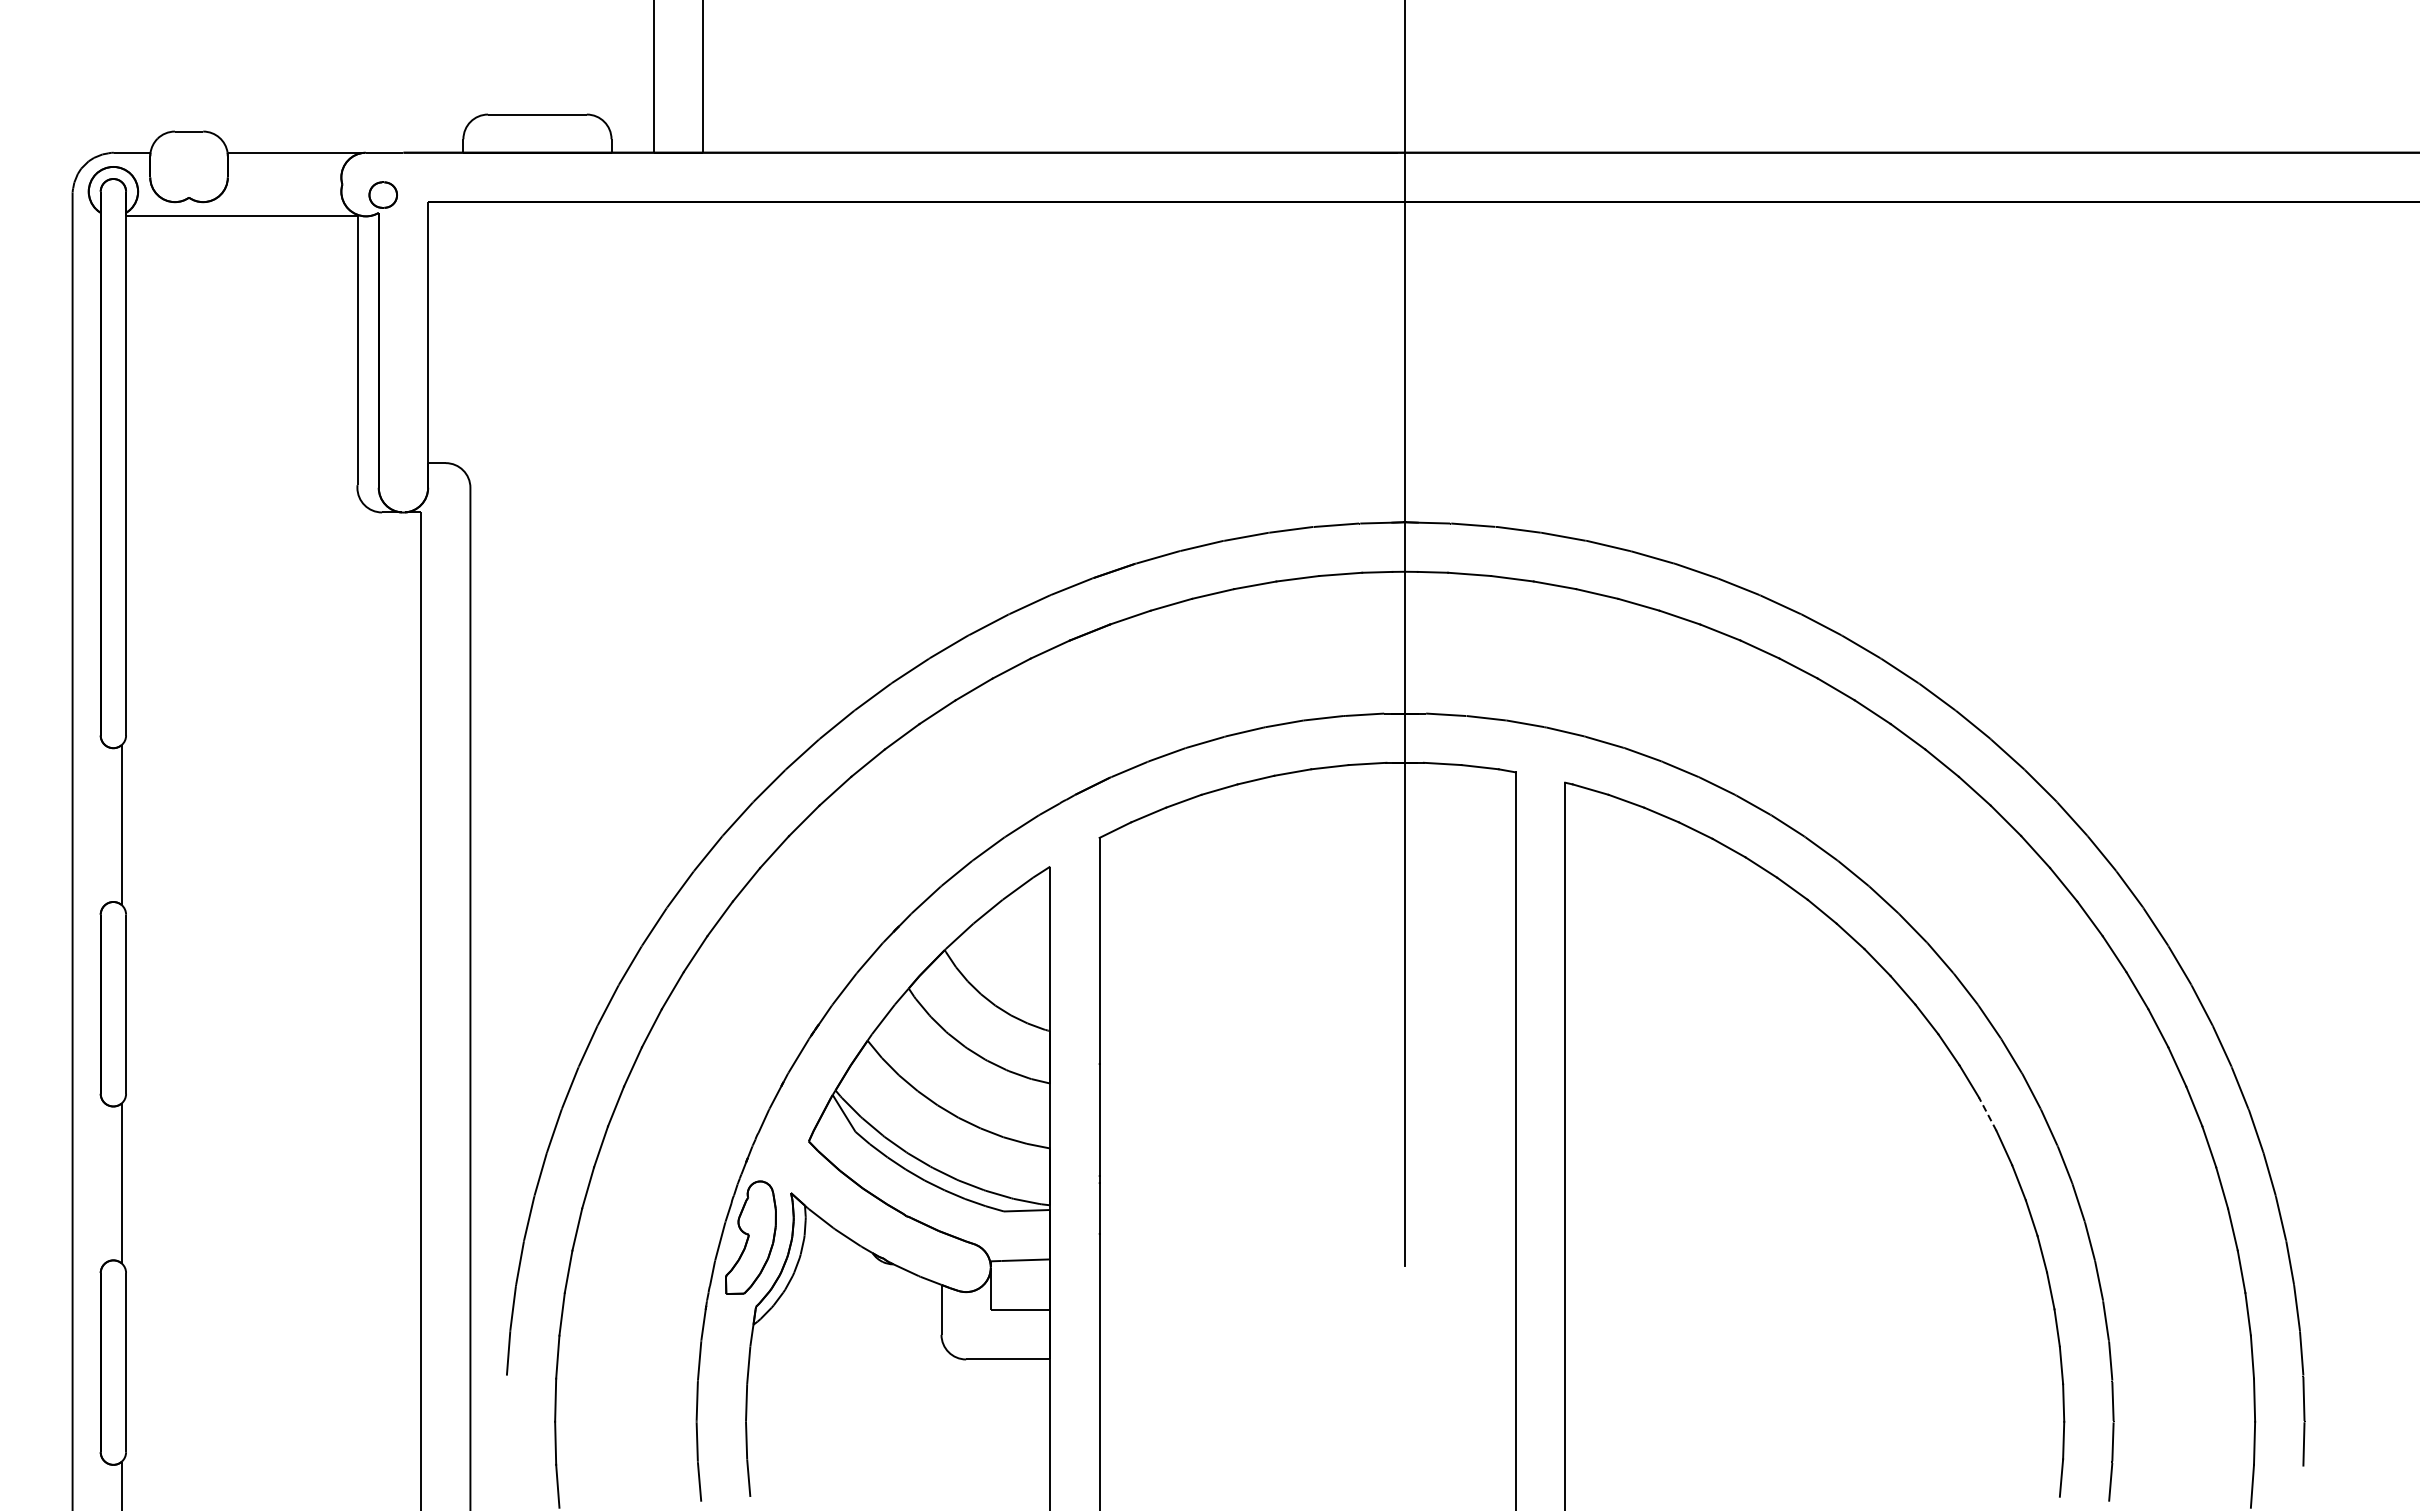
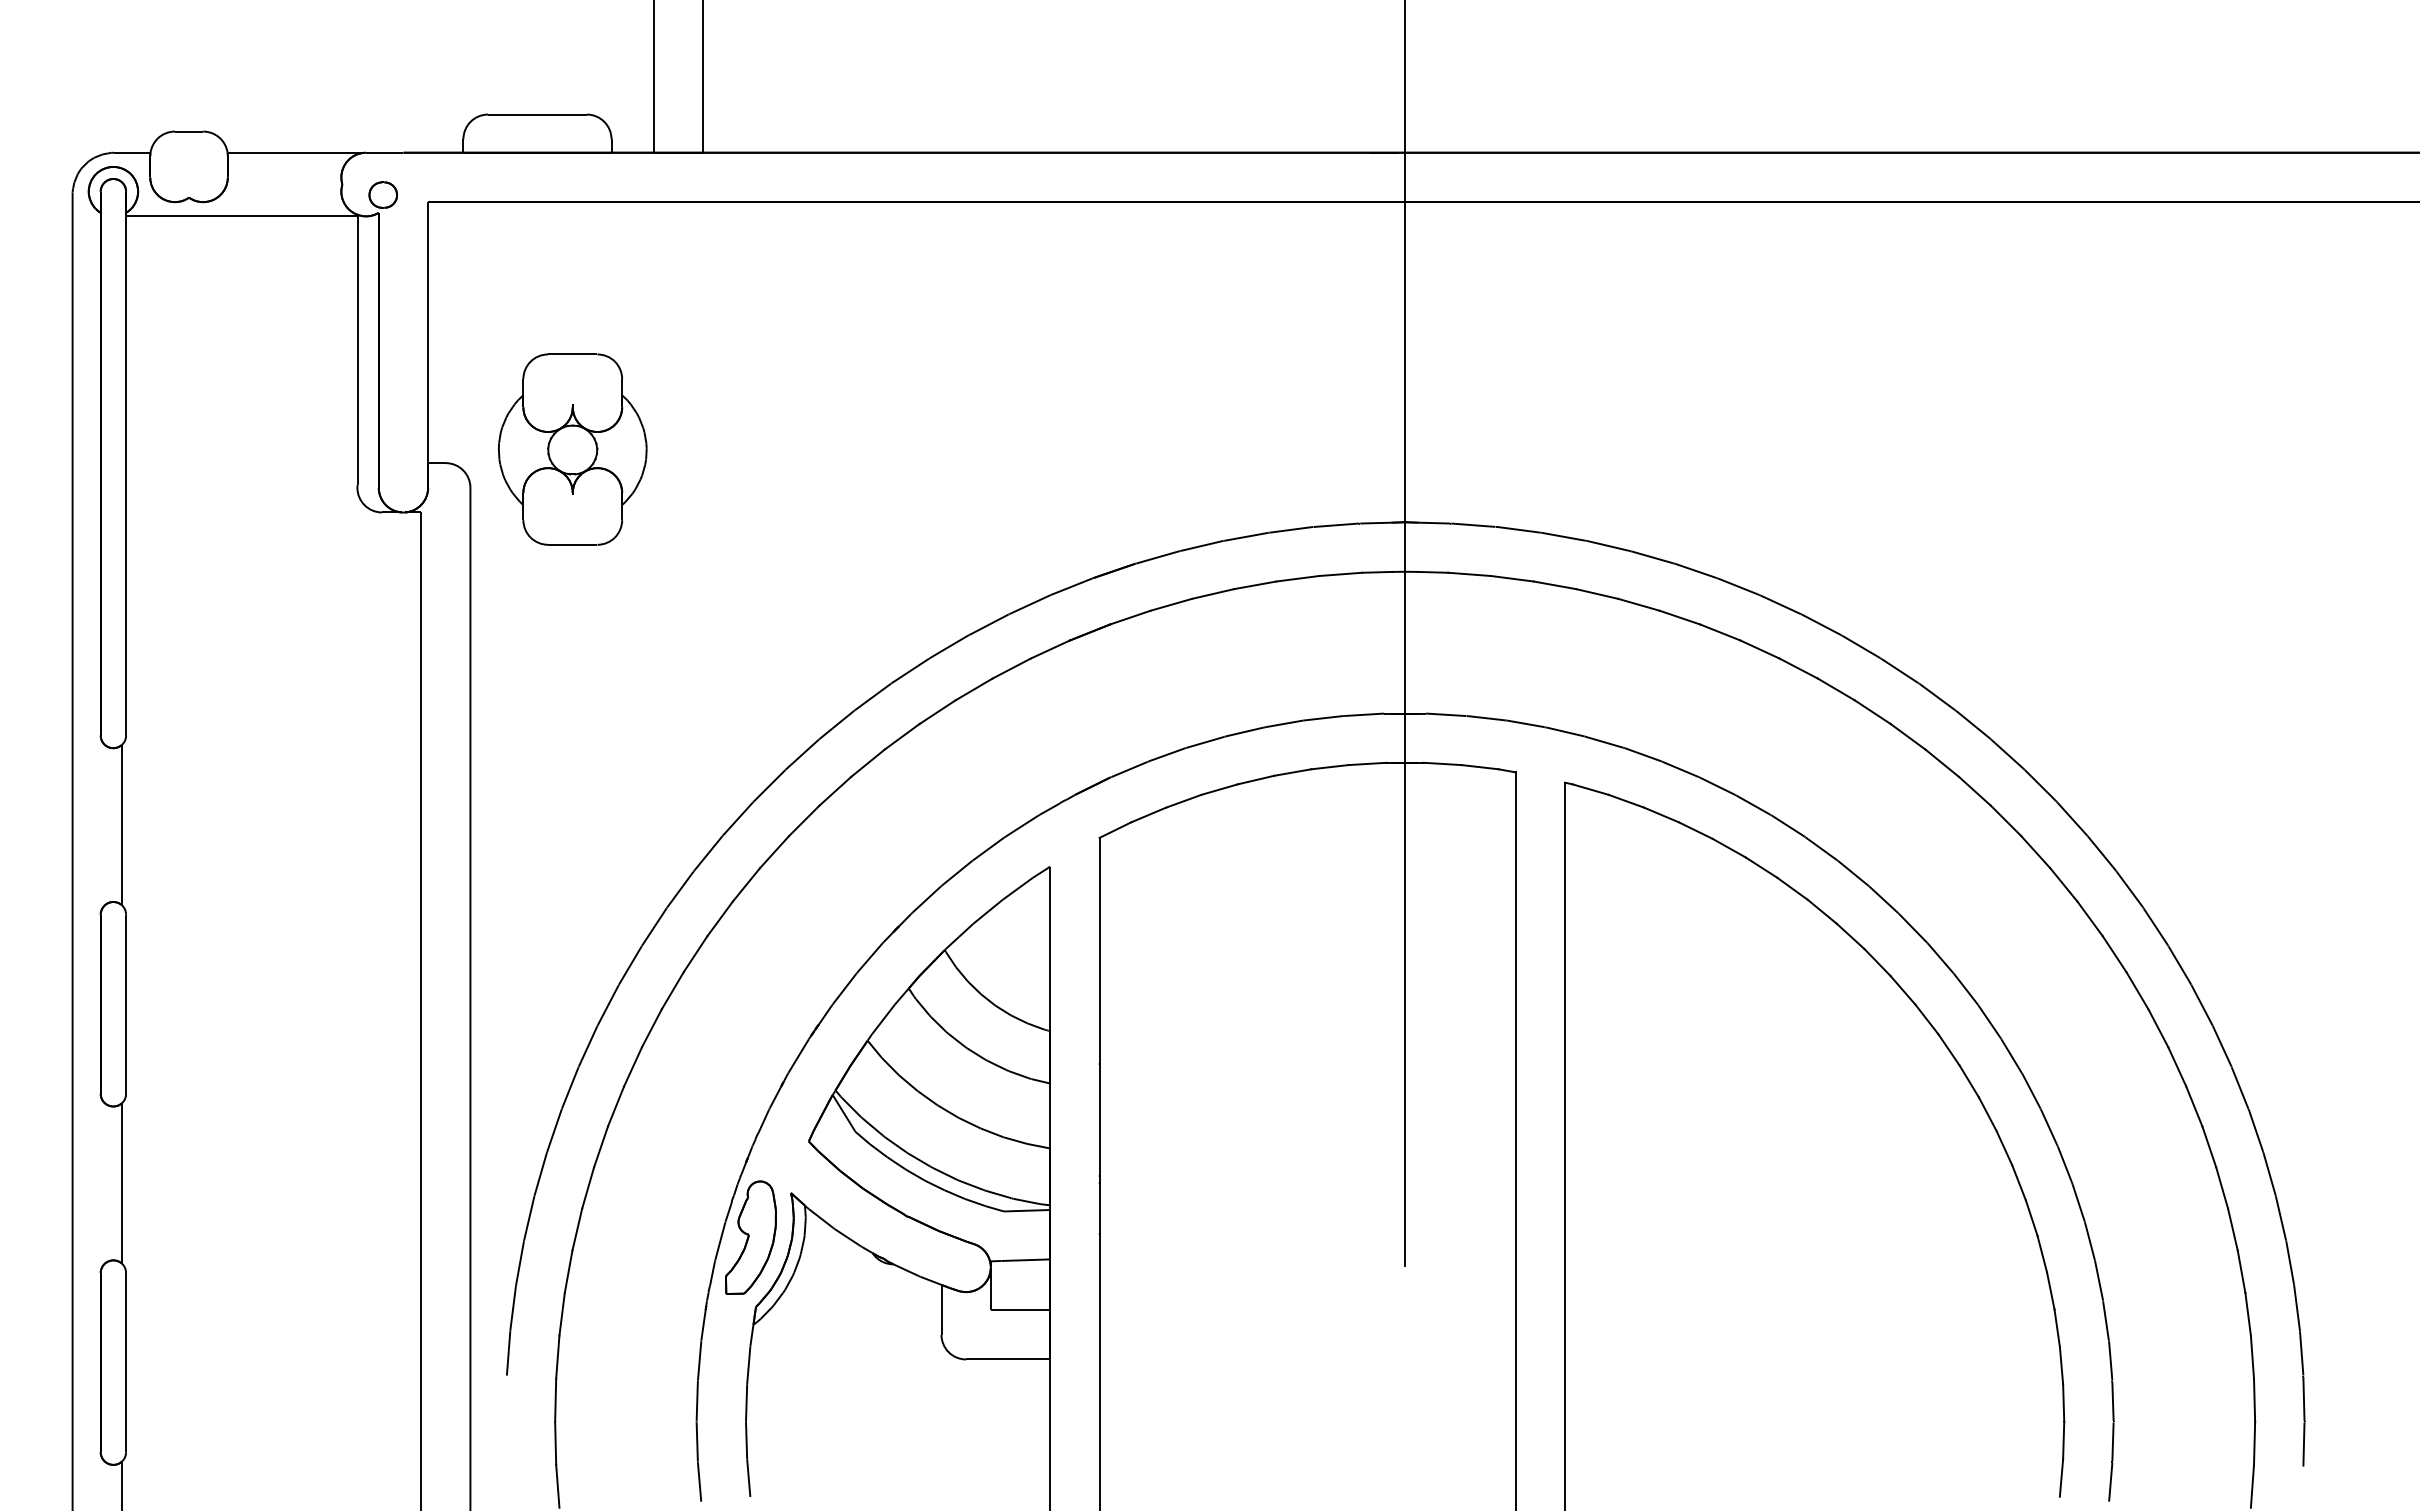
part at (572, 449): none -> present
line at (1987, 1114): dashed -> solid
